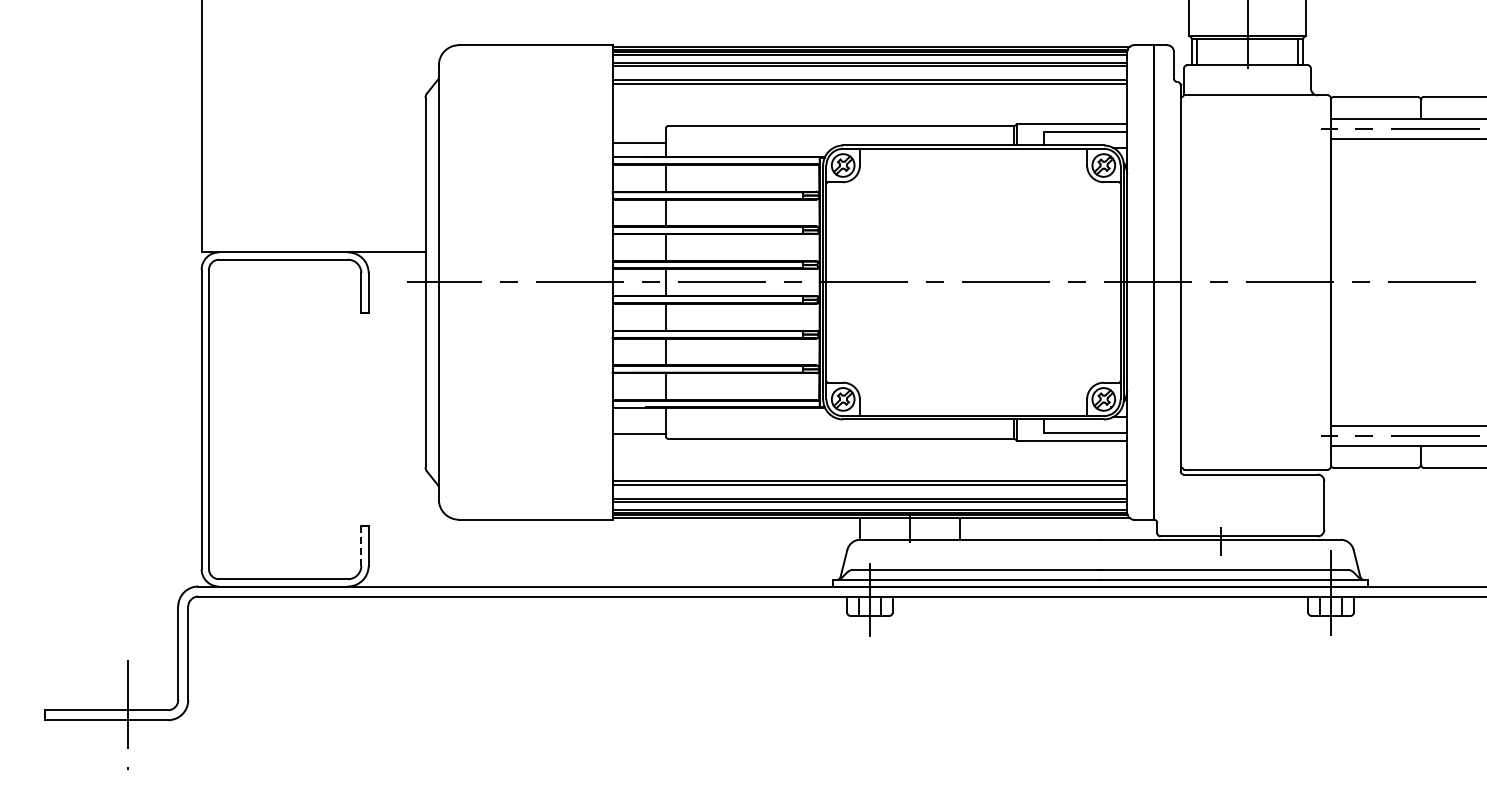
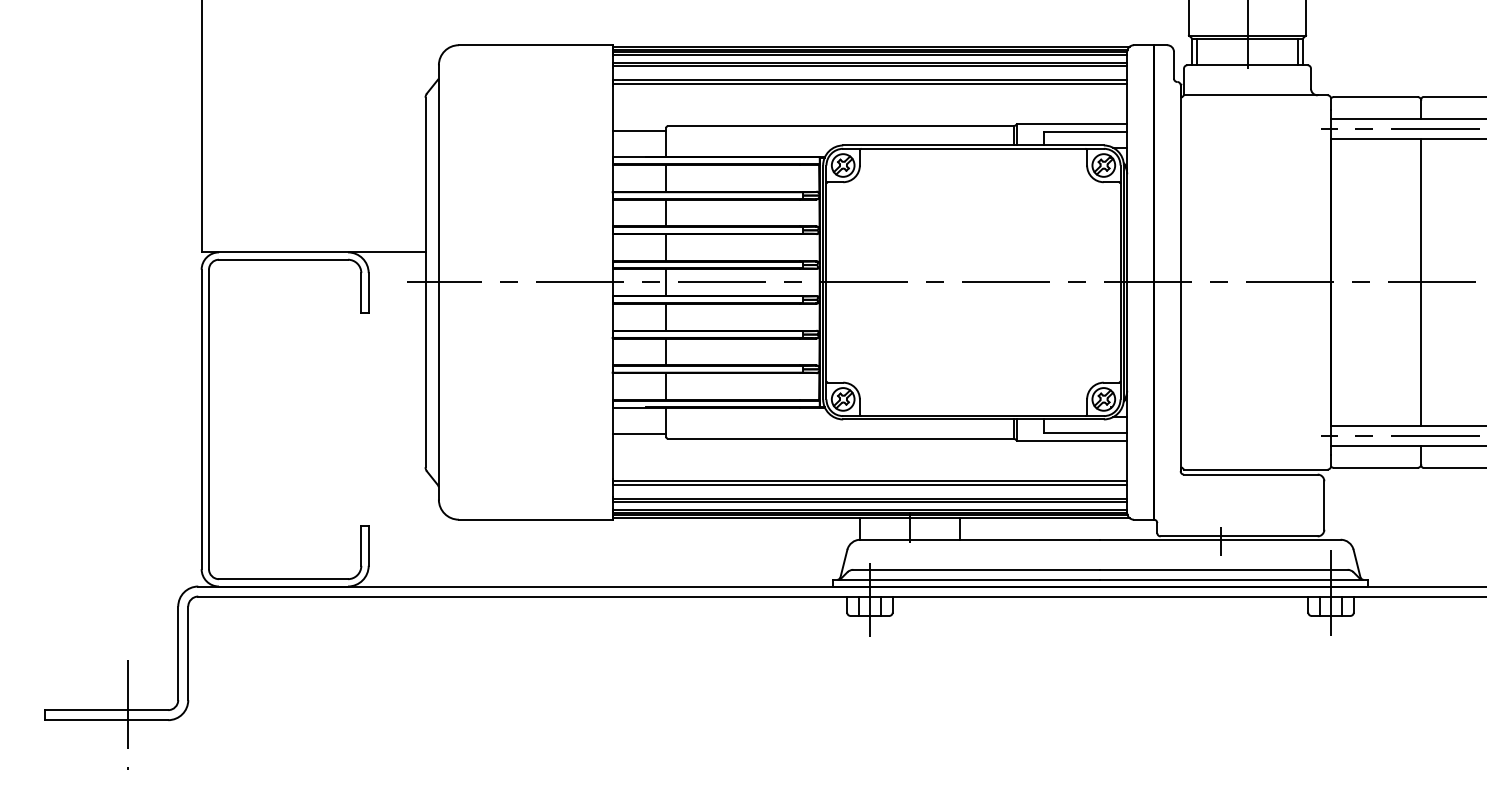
line at (639, 142) position: (639, 142) -> (639, 130)
line at (1421, 282): none -> present
line at (361, 546): dashed -> solid
